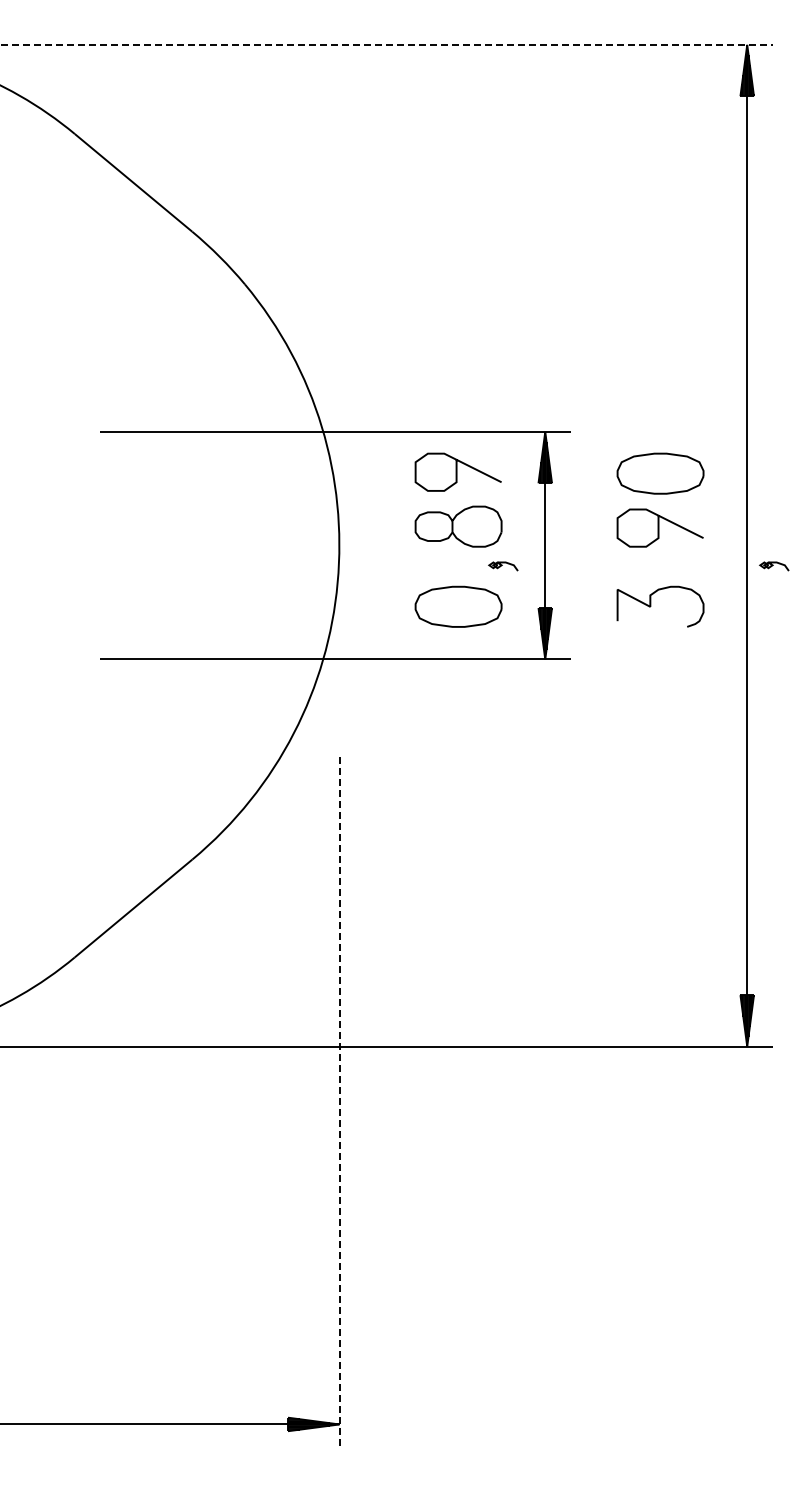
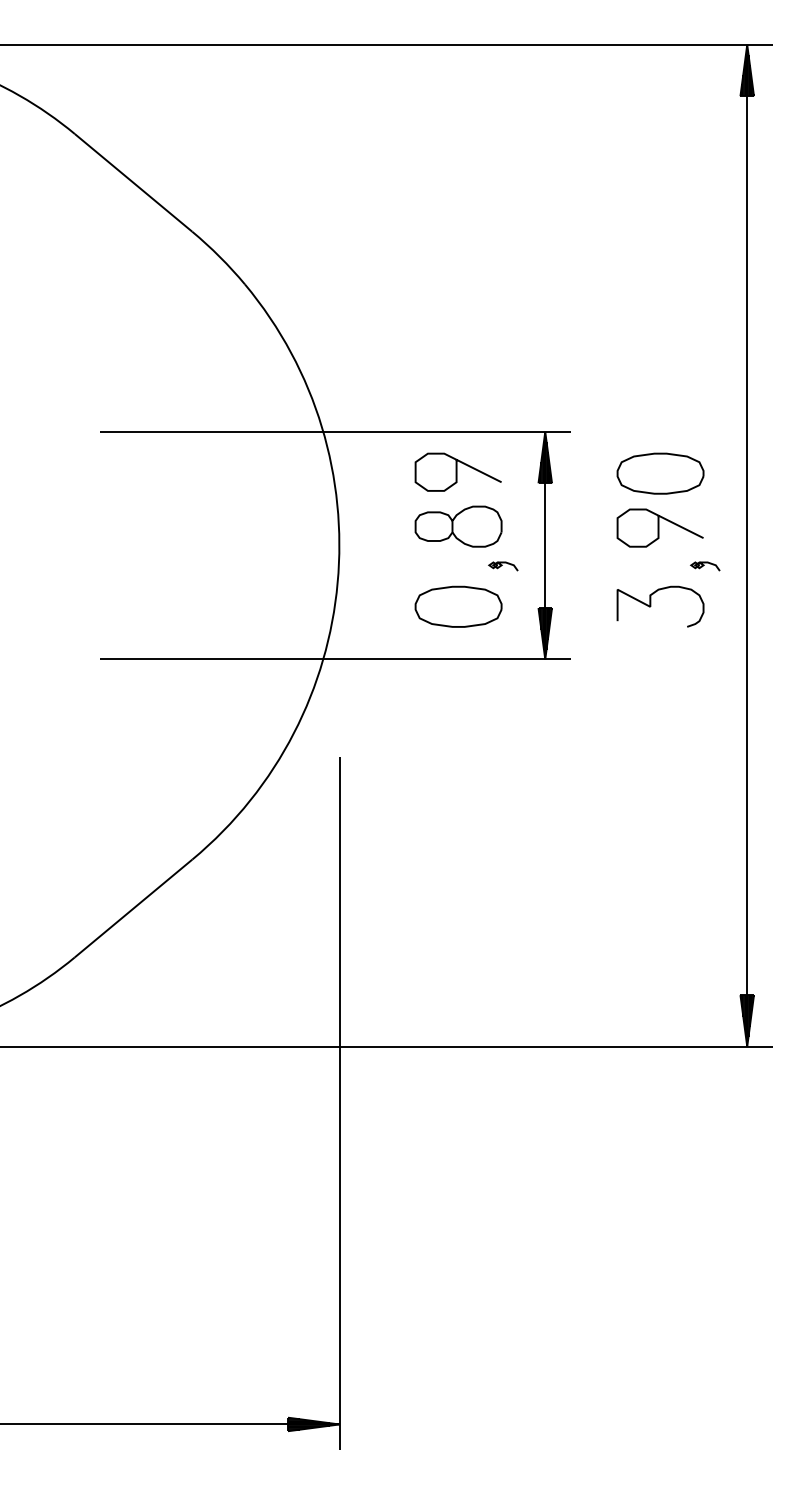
line at (387, 44): dashed -> solid
part at (774, 566) position: (774, 566) -> (705, 566)
line at (339, 1103): dashed -> solid
